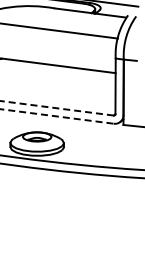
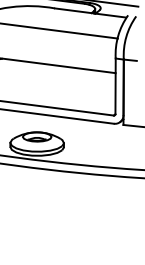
line at (56, 108): dashed -> solid
line at (57, 116): dashed -> solid
